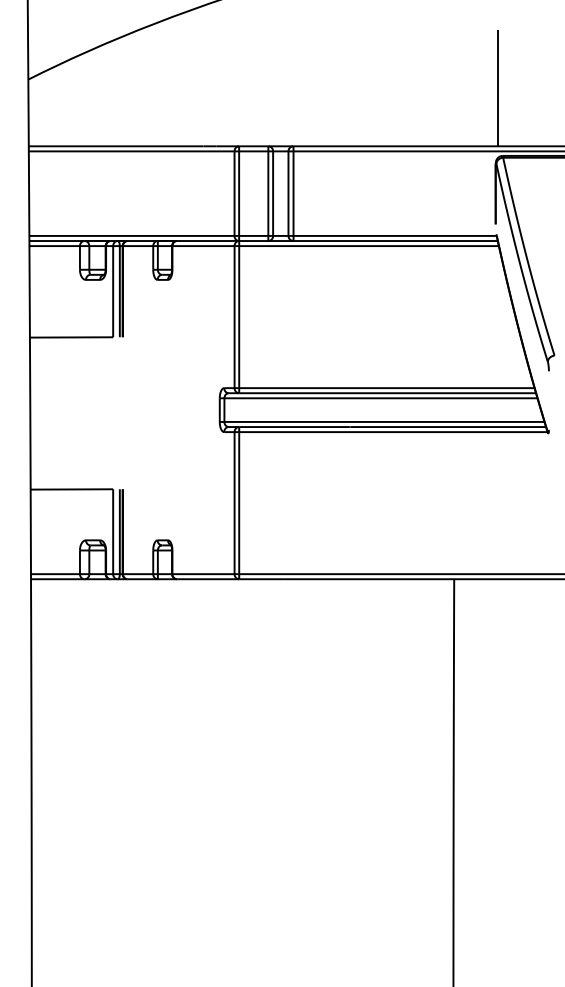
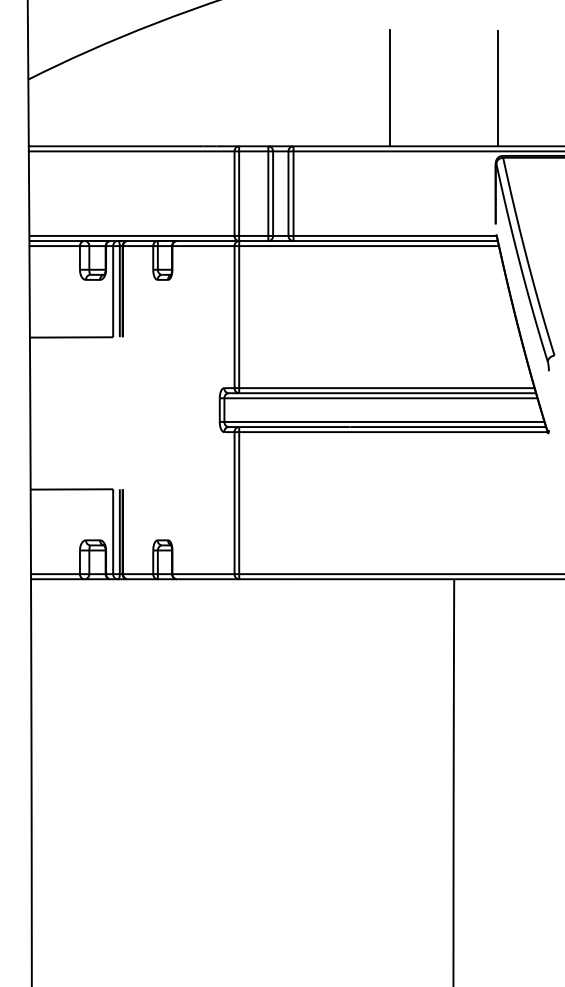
line at (390, 87): none -> present
